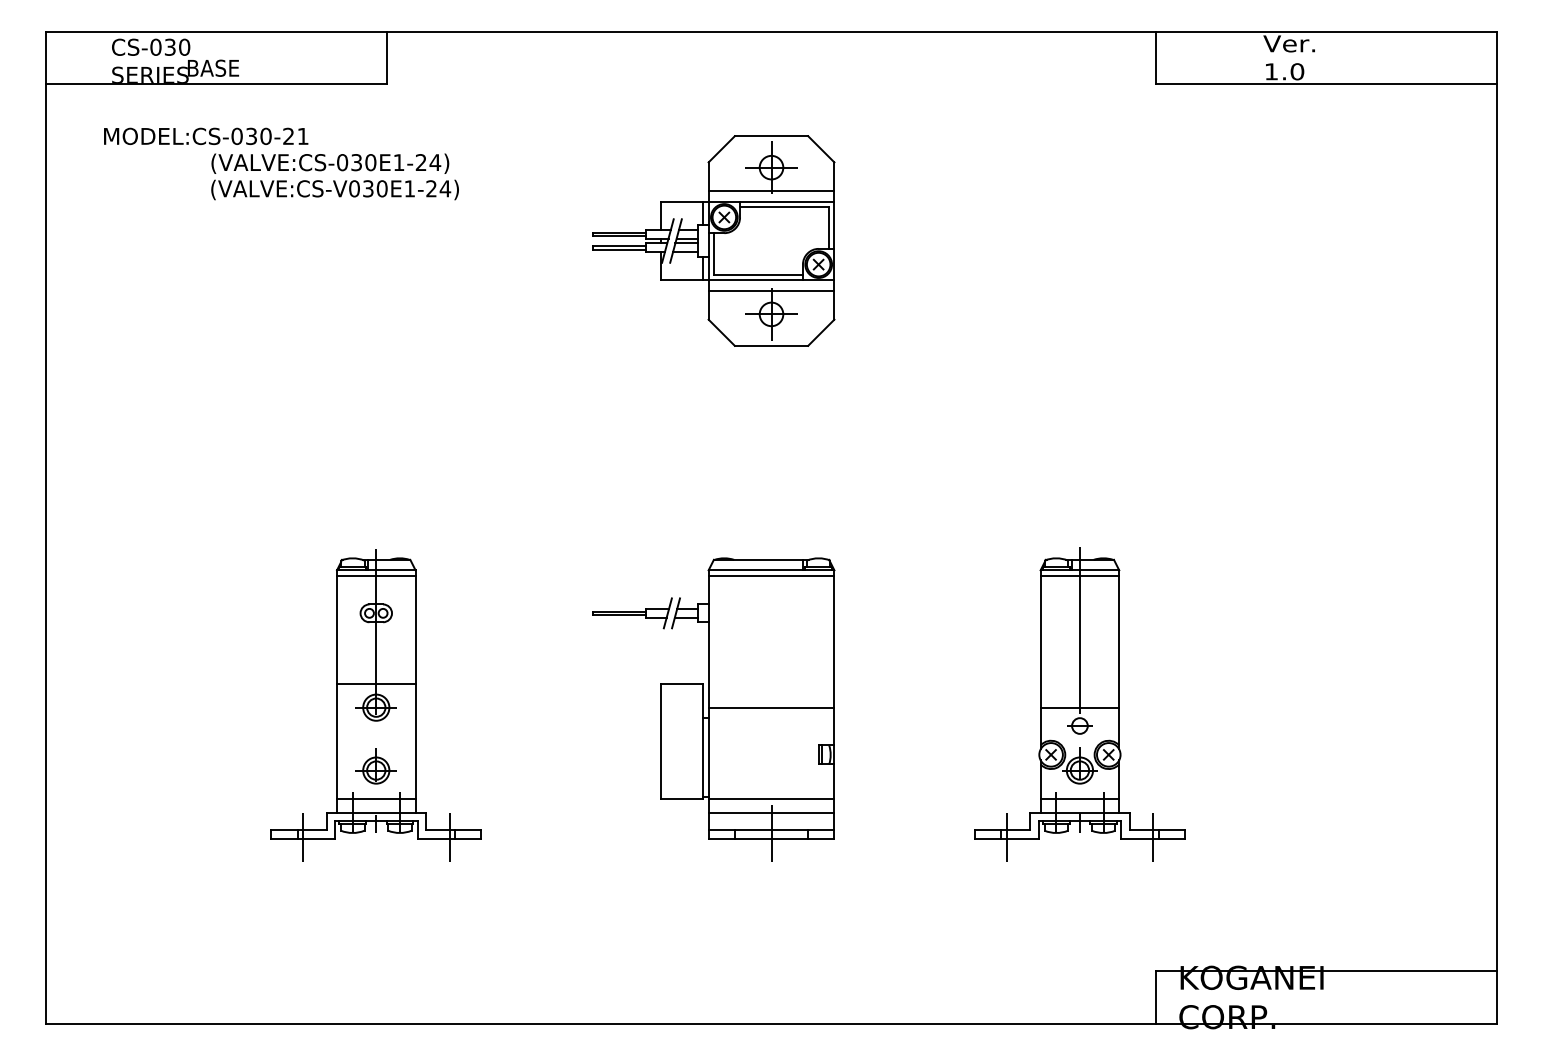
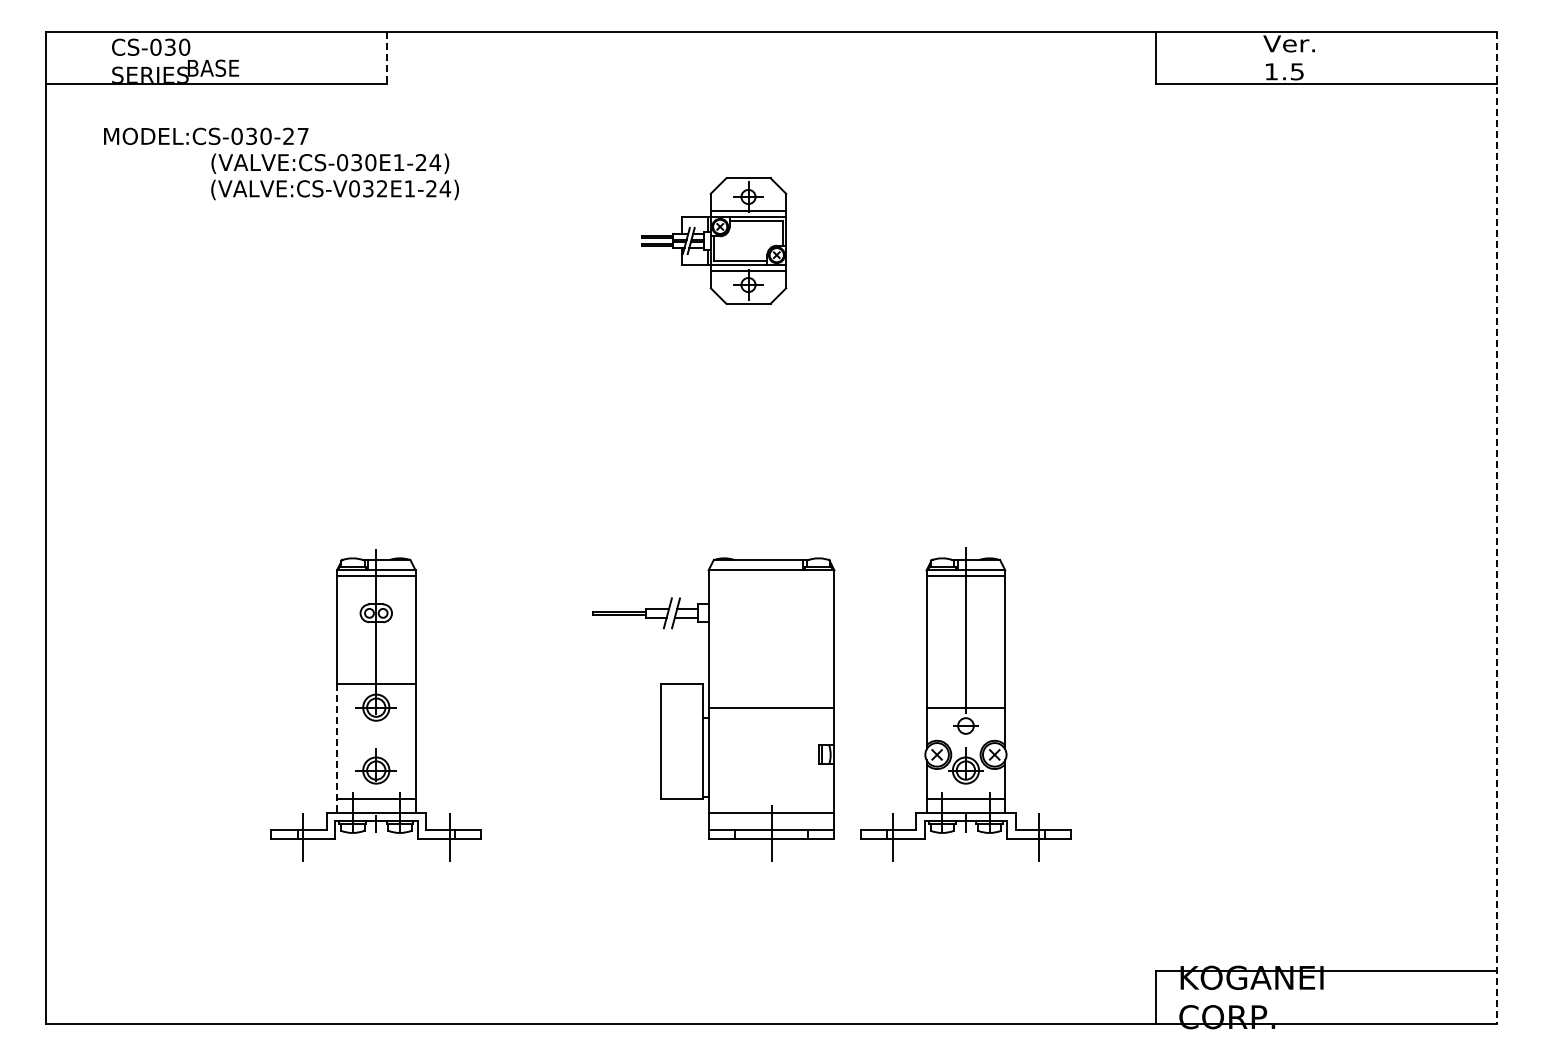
line at (386, 58): solid -> dashed
text at (1297, 71): 1.0 -> 1.5
text at (302, 136): MODEL:CS-030-21 -> MODEL:CS-030-27
text at (381, 188): (VALVE:CS-V030E1-24) -> (VALVE:CS-V032E1-24)
part at (713, 240) size: 244x212 px -> 147x128 px
line at (1496, 528): solid -> dashed
line at (771, 575): present -> none
part at (1079, 704) position: (1079, 704) -> (965, 704)
line at (337, 748): solid -> dashed
line at (771, 799): present -> none
